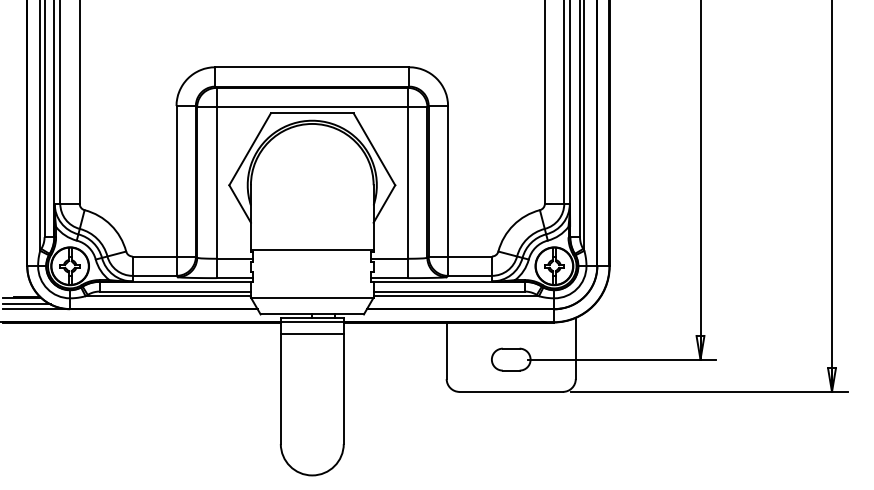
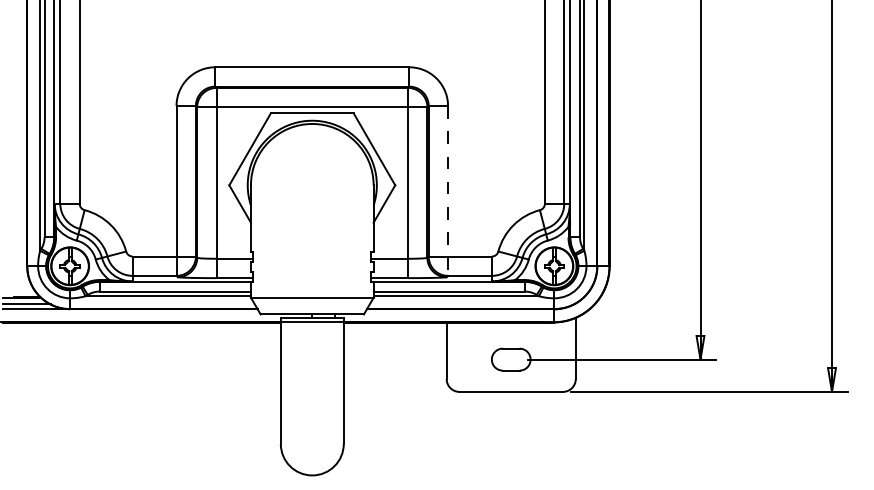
line at (448, 190): solid -> dashed
line at (311, 249): present -> none
line at (311, 333): present -> none
